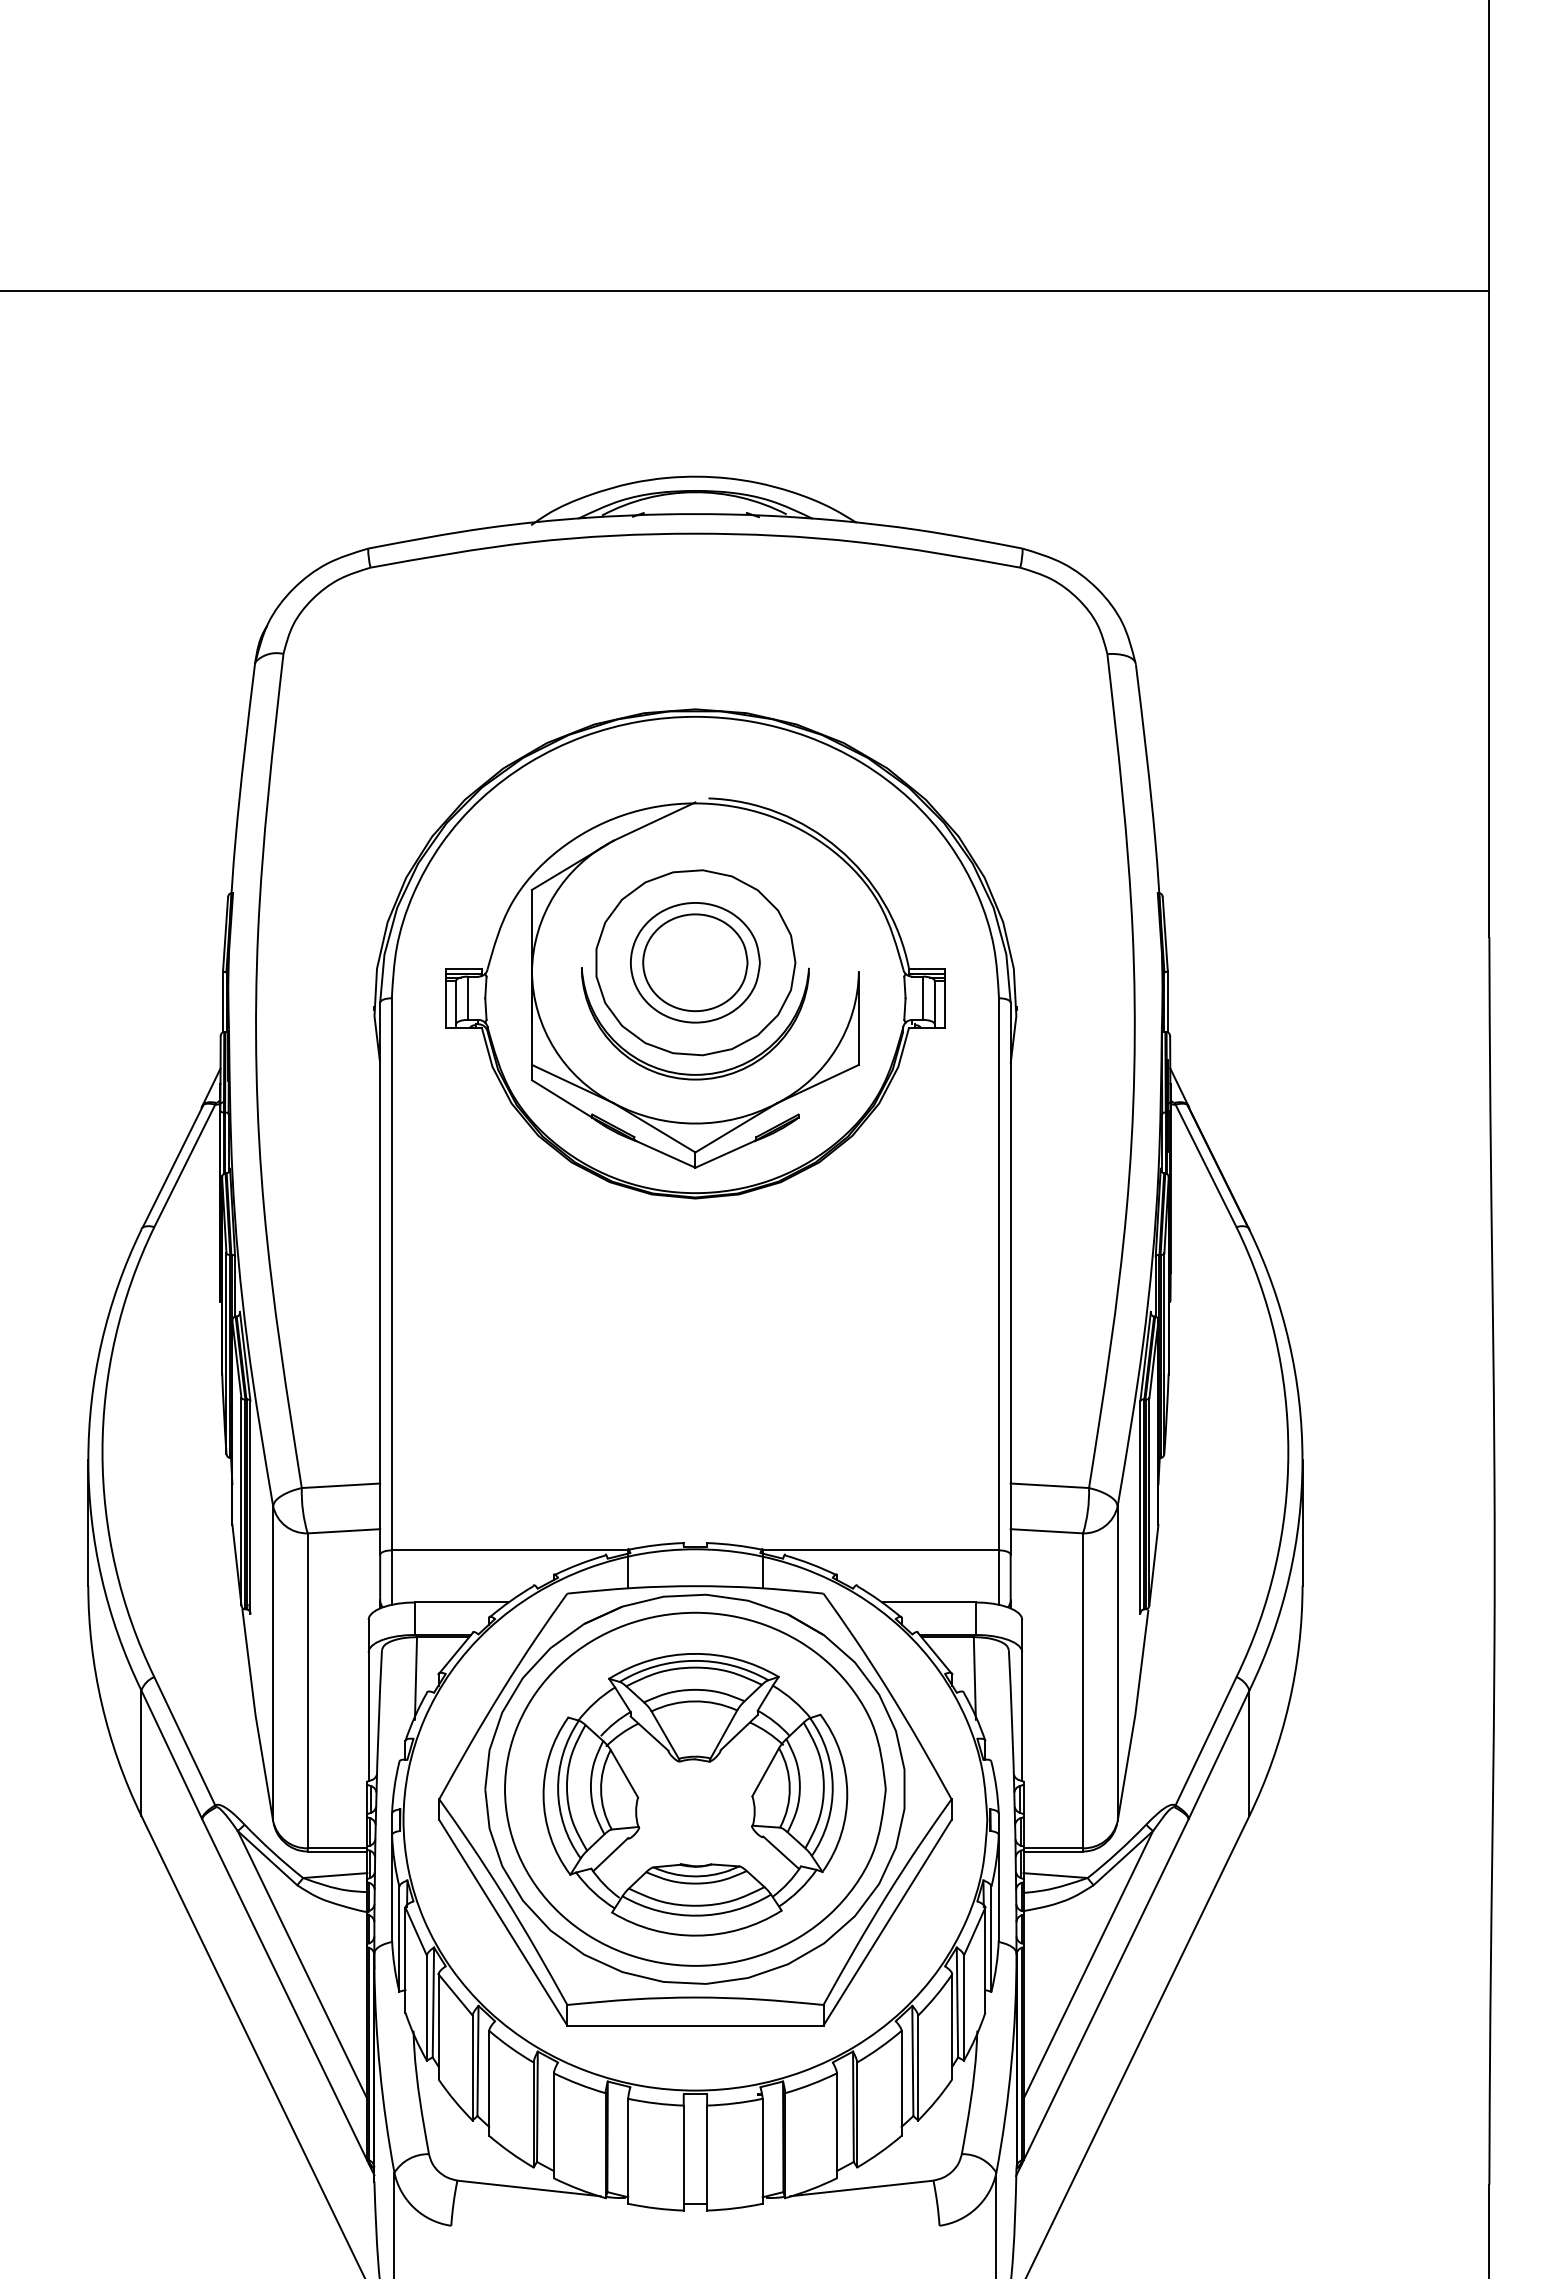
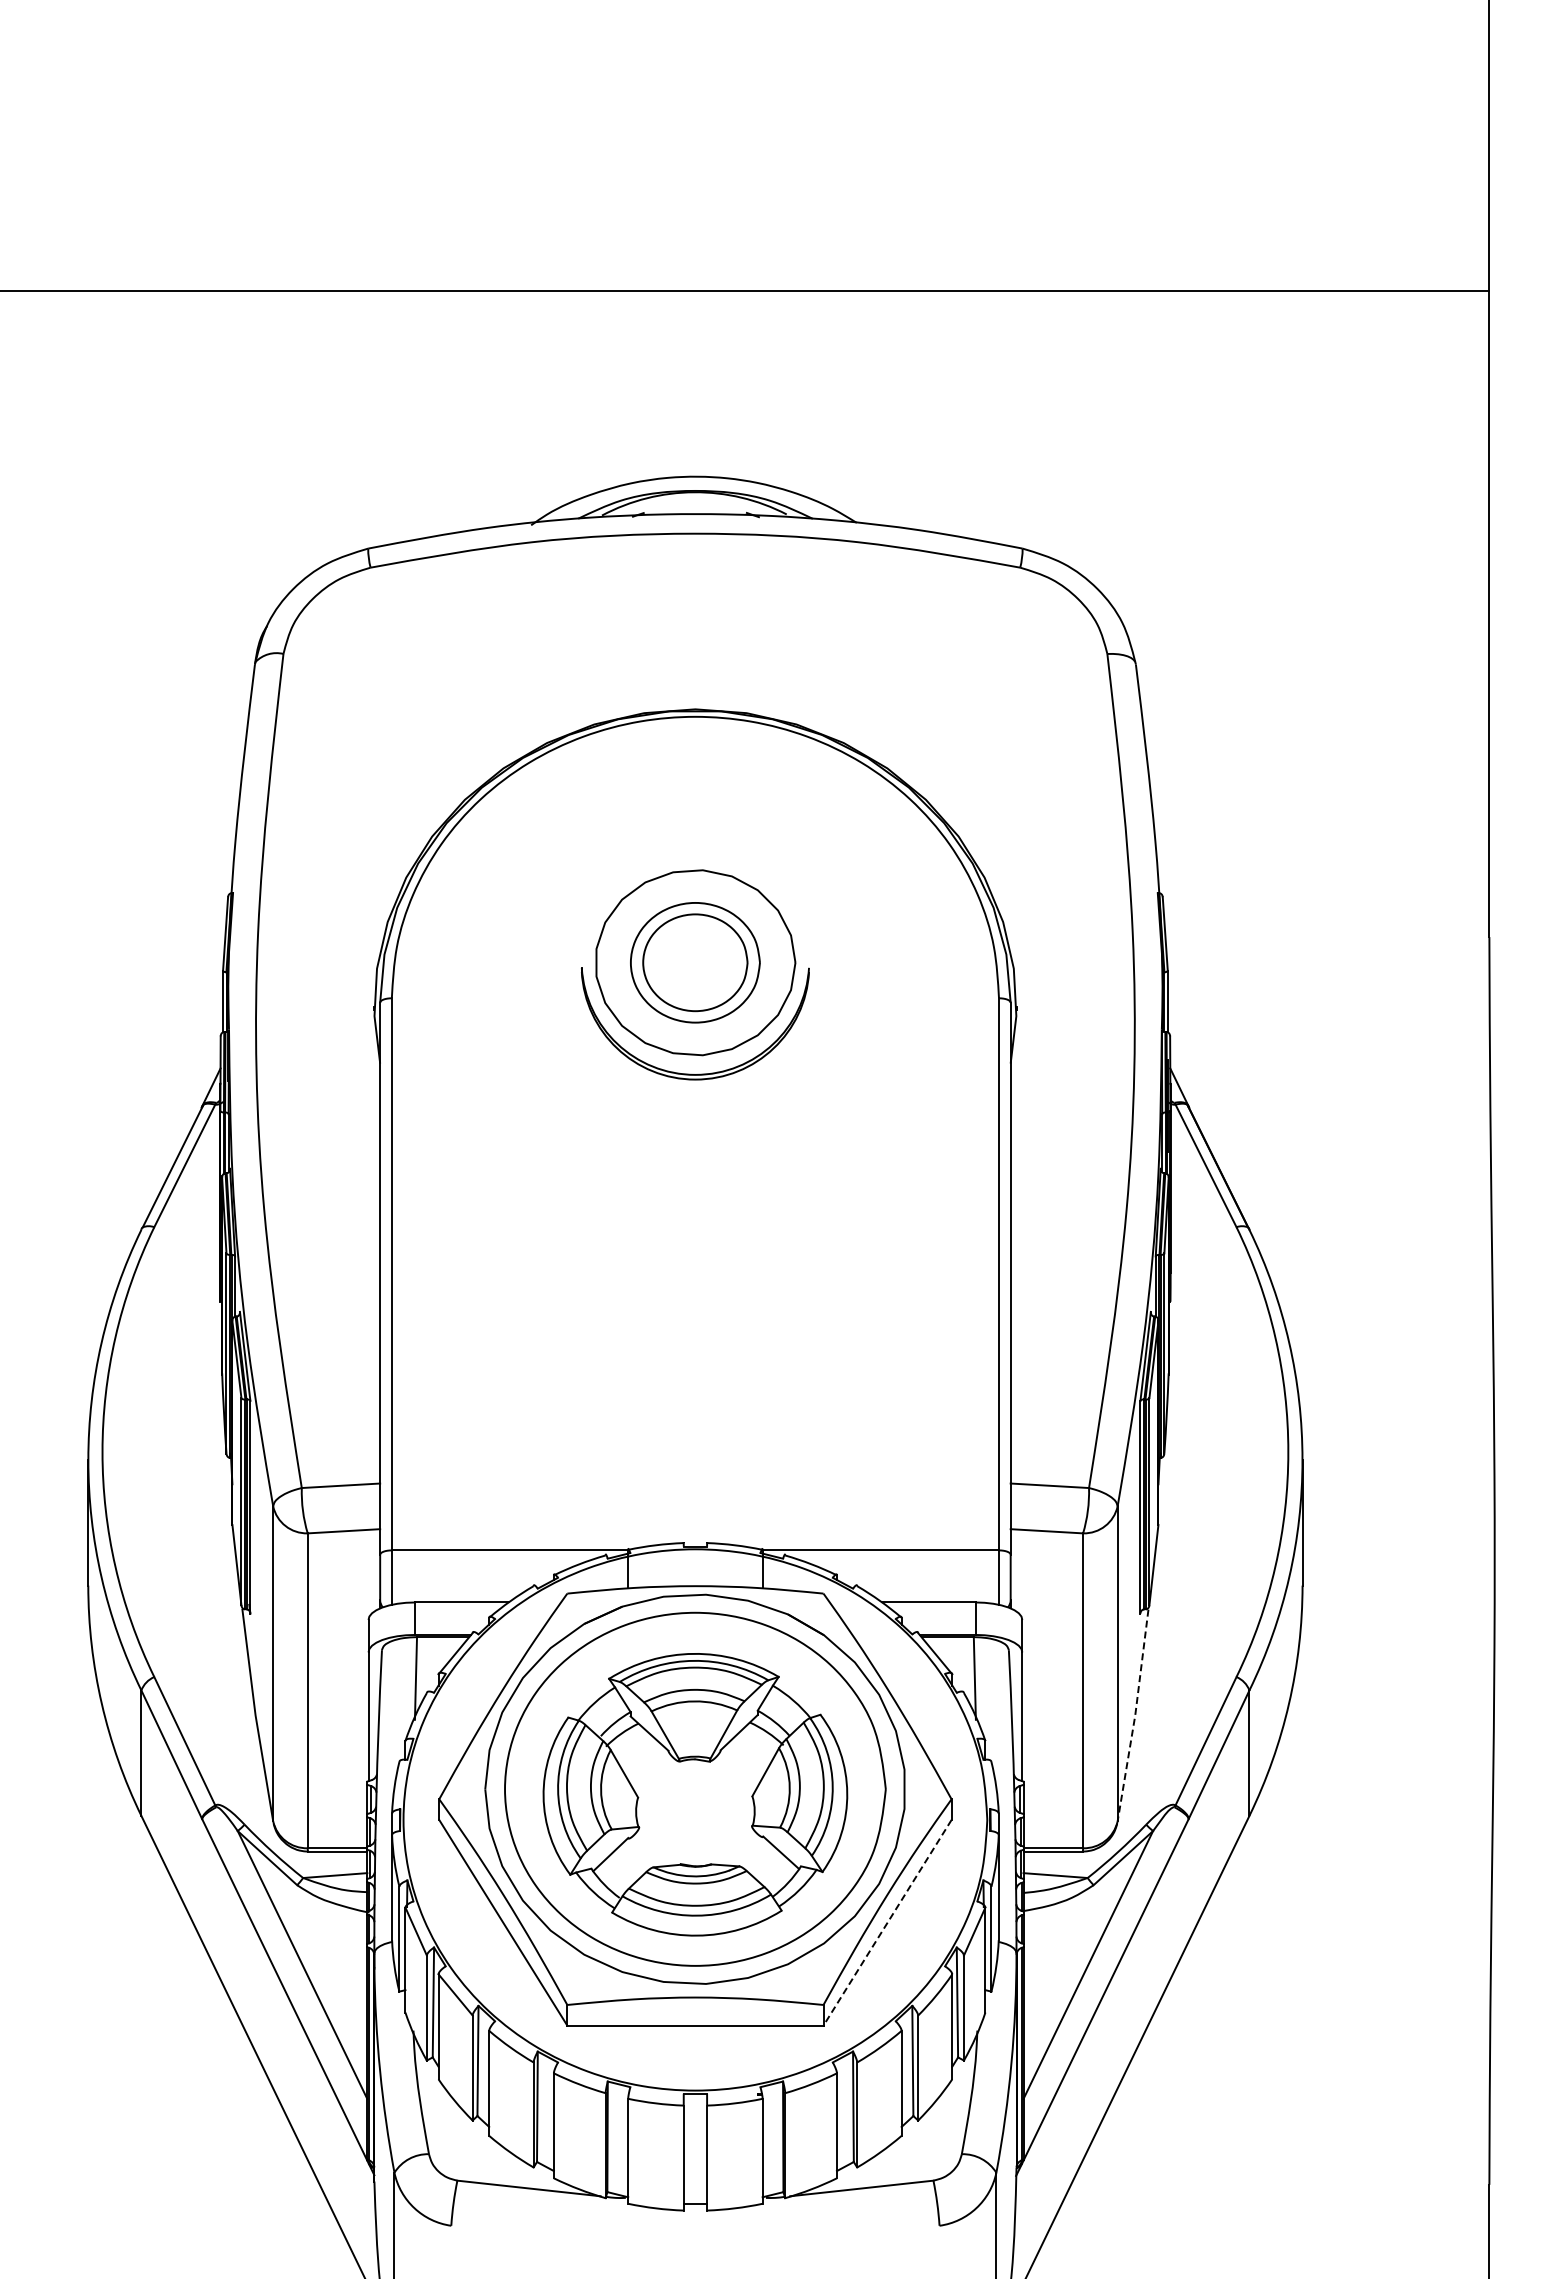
part at (695, 998): present -> none
line at (1135, 1715): solid -> dashed
line at (887, 1923): solid -> dashed
